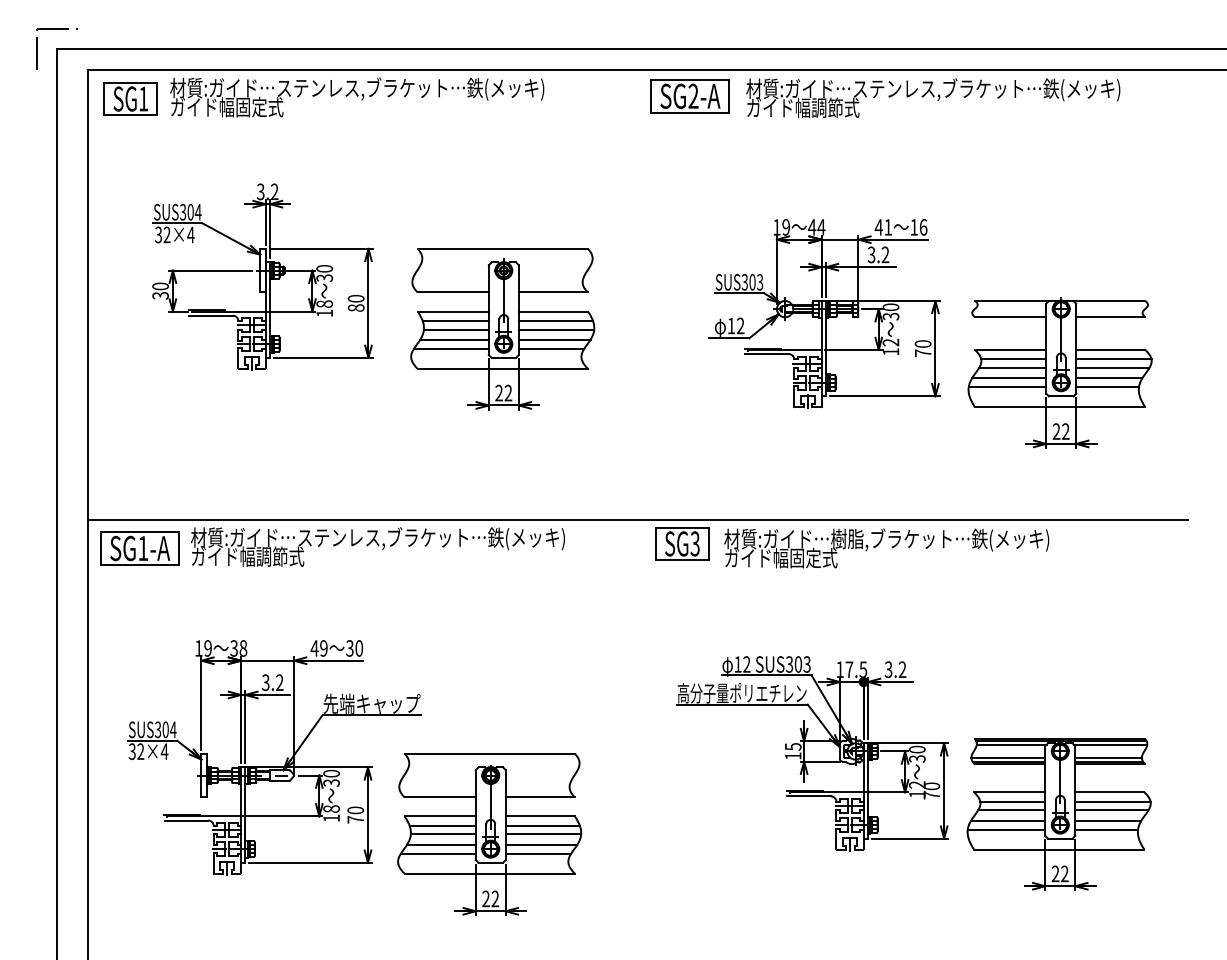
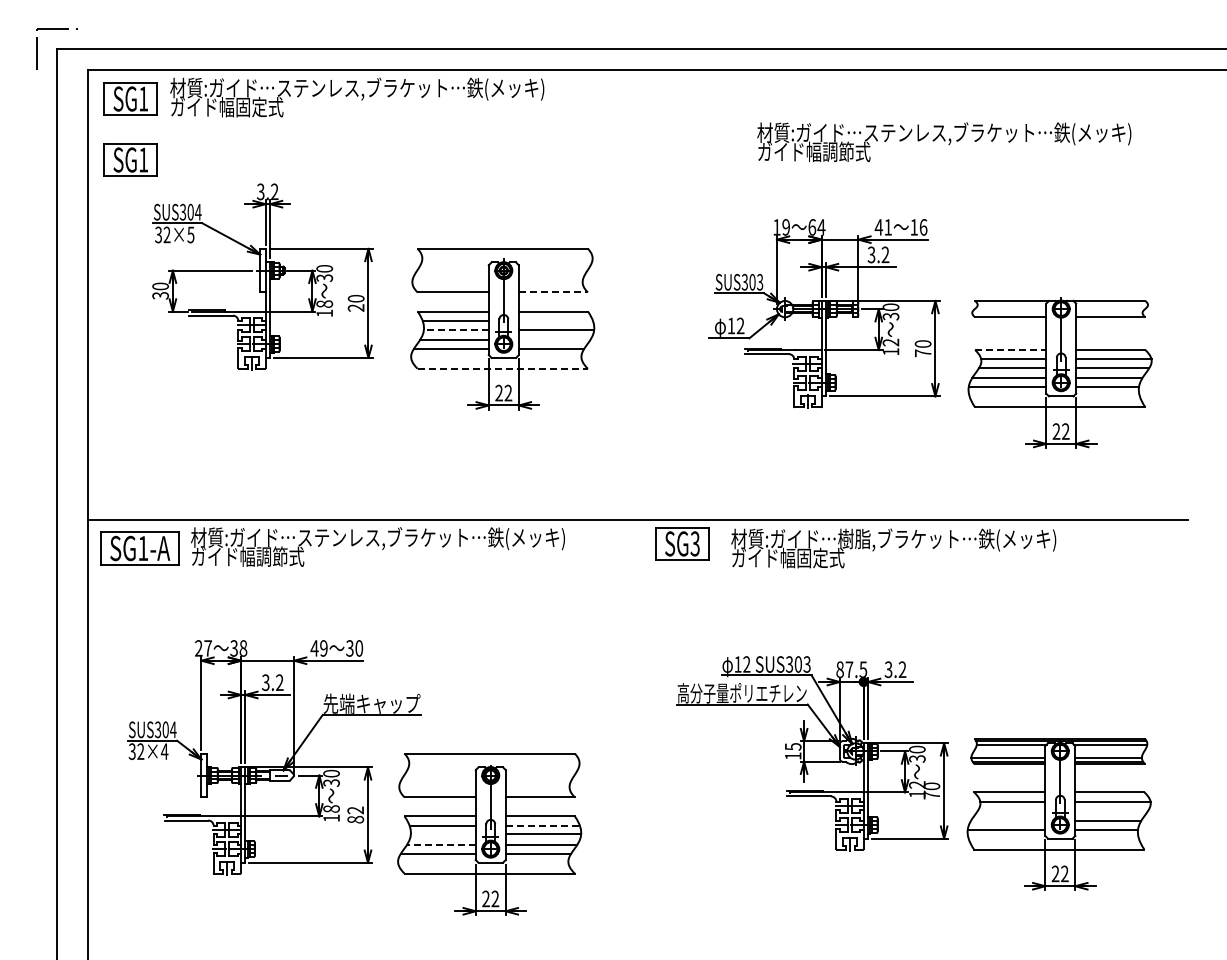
part at (689, 96): present -> none
text at (933, 97) position: (933, 97) -> (944, 141)
part at (130, 159): none -> present
text at (812, 227): 44 -> 64
text at (190, 234): 32×4 -> 32×5
line at (553, 292): solid -> dashed
text at (356, 307): 80 -> 20
line at (555, 320): present -> none
line at (455, 329): solid -> dashed
line at (554, 339): present -> none
line at (1010, 350): solid -> dashed
line at (503, 368): solid -> dashed
text at (886, 548) position: (886, 548) -> (893, 548)
text at (203, 648): 19 -> 27
text at (839, 669): 17.5 -> 87.5
line at (1011, 810): present -> none
line at (1111, 810): present -> none
text at (355, 814): 70 -> 82
line at (1008, 820): present -> none
line at (543, 825): solid -> dashed
line at (442, 834): present -> none
line at (440, 844): solid -> dashed
